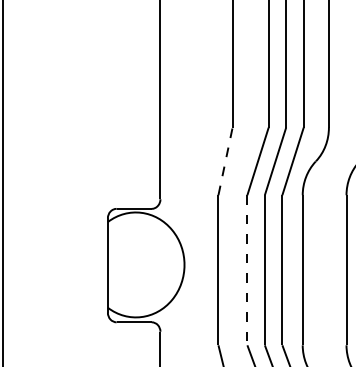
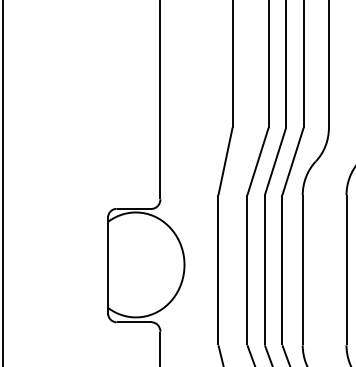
line at (225, 161): dashed -> solid
line at (247, 270): dashed -> solid
